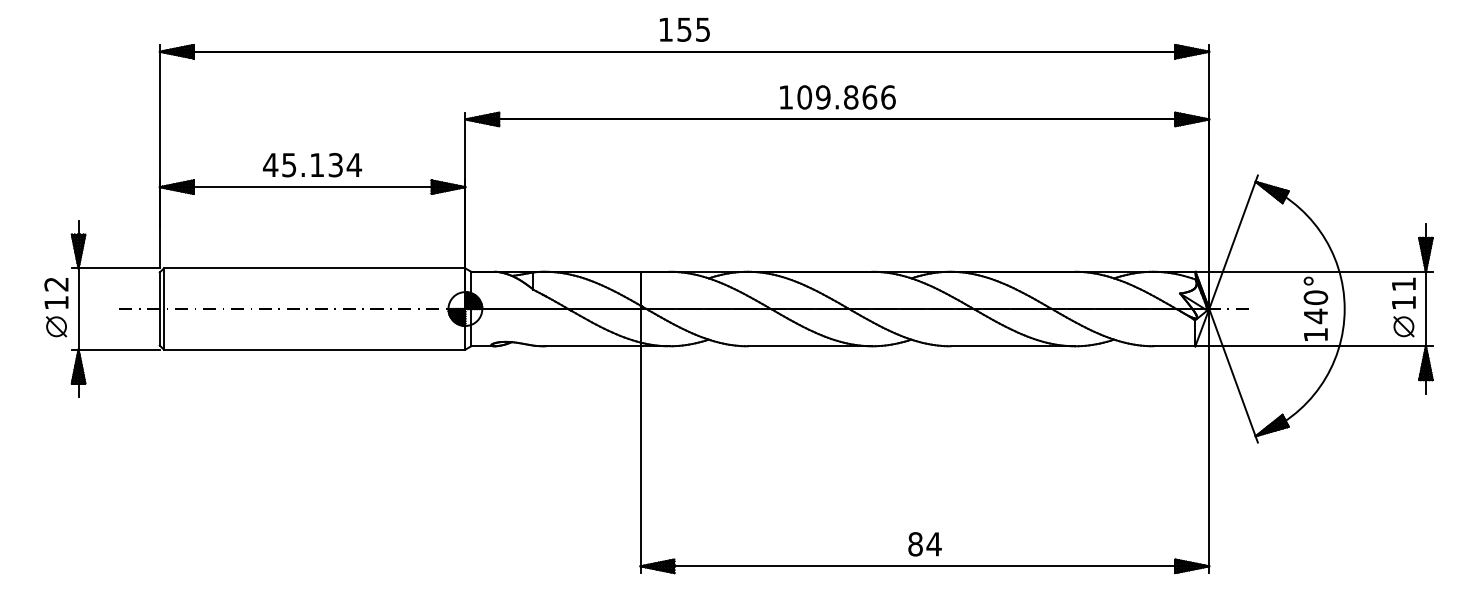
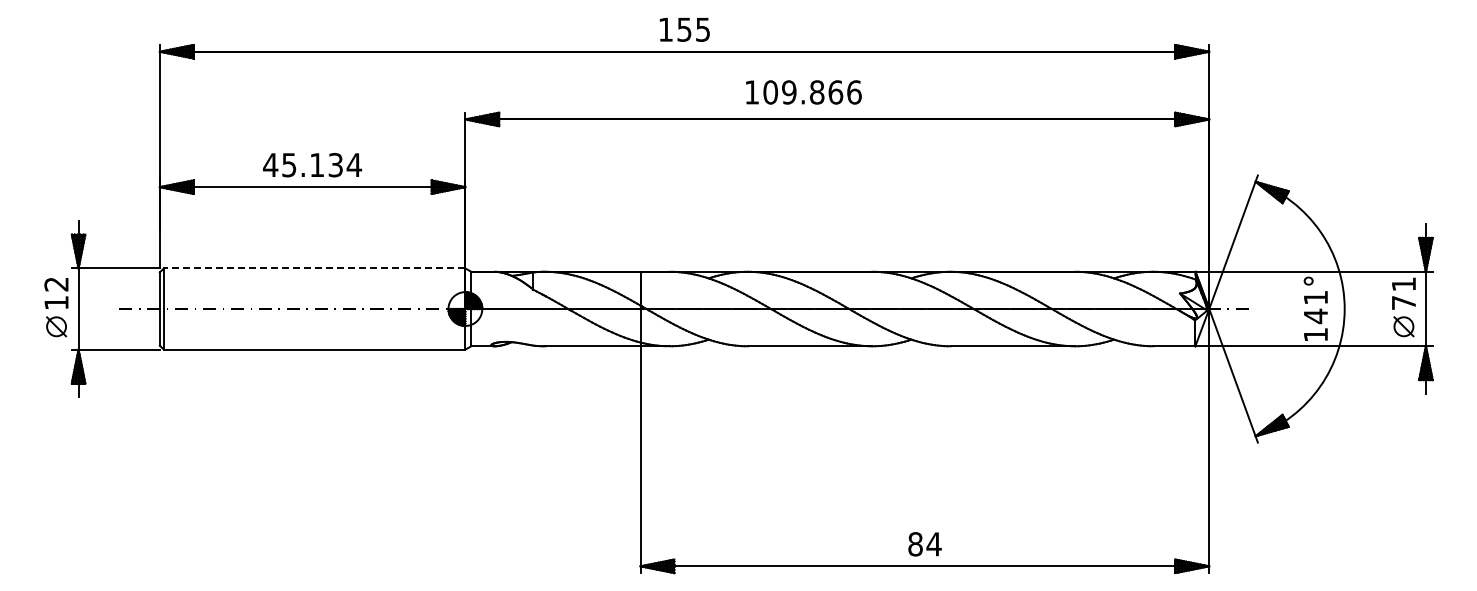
text at (837, 97) position: (837, 97) -> (803, 92)
line at (314, 268): solid -> dashed
text at (1315, 297): 140° -> 141°
text at (1403, 302): 11 -> 71
